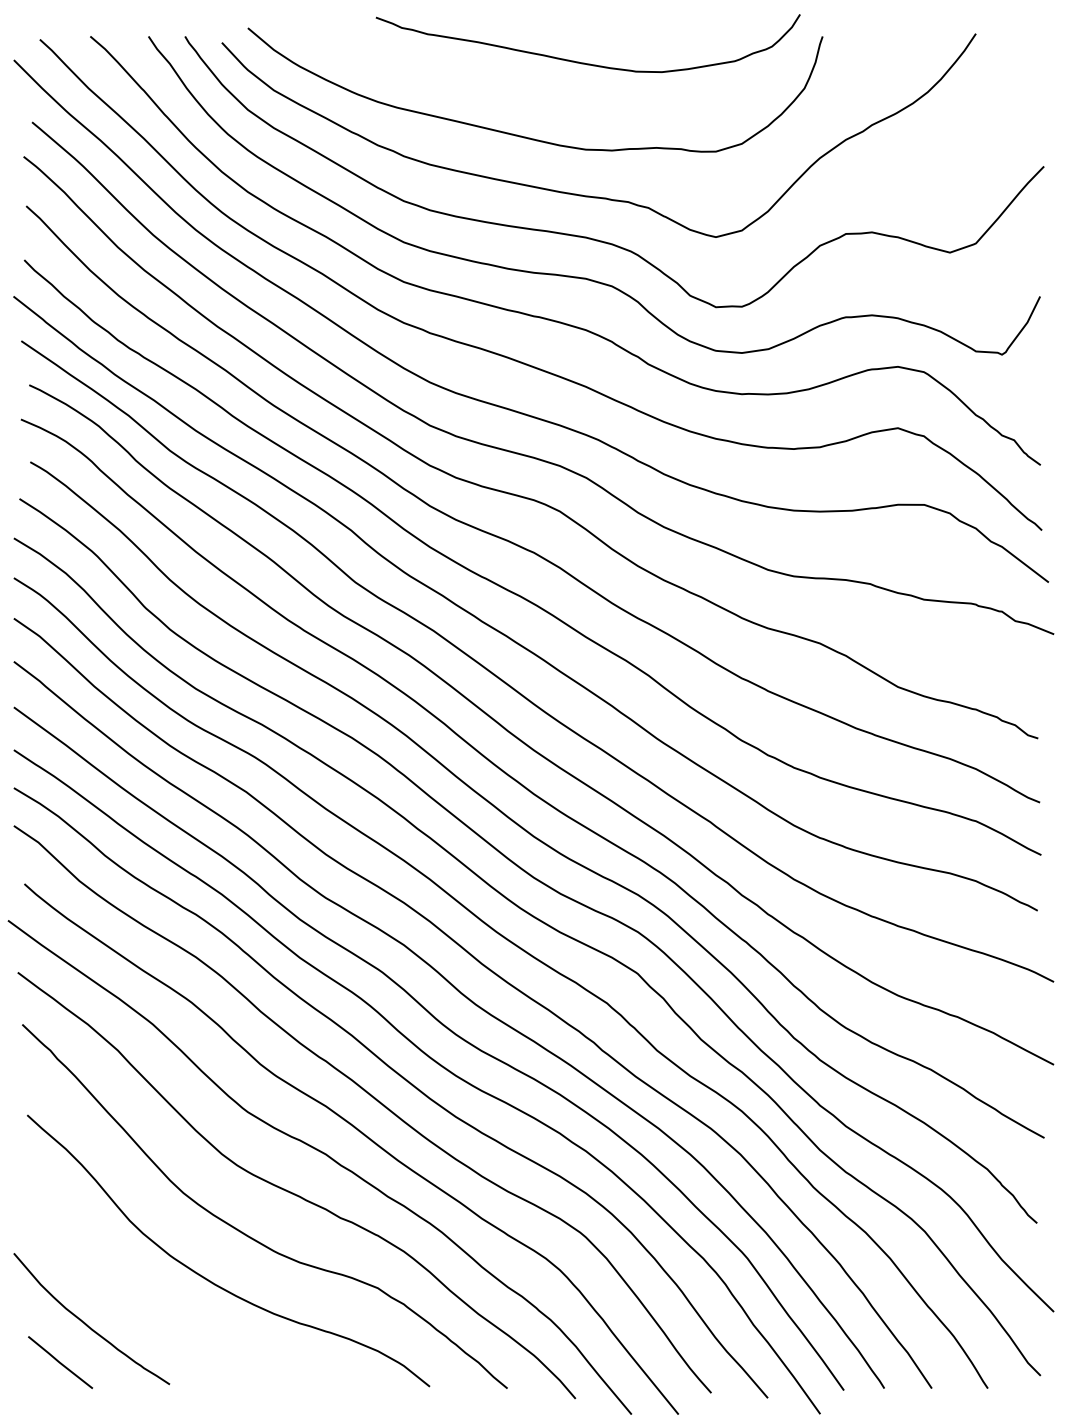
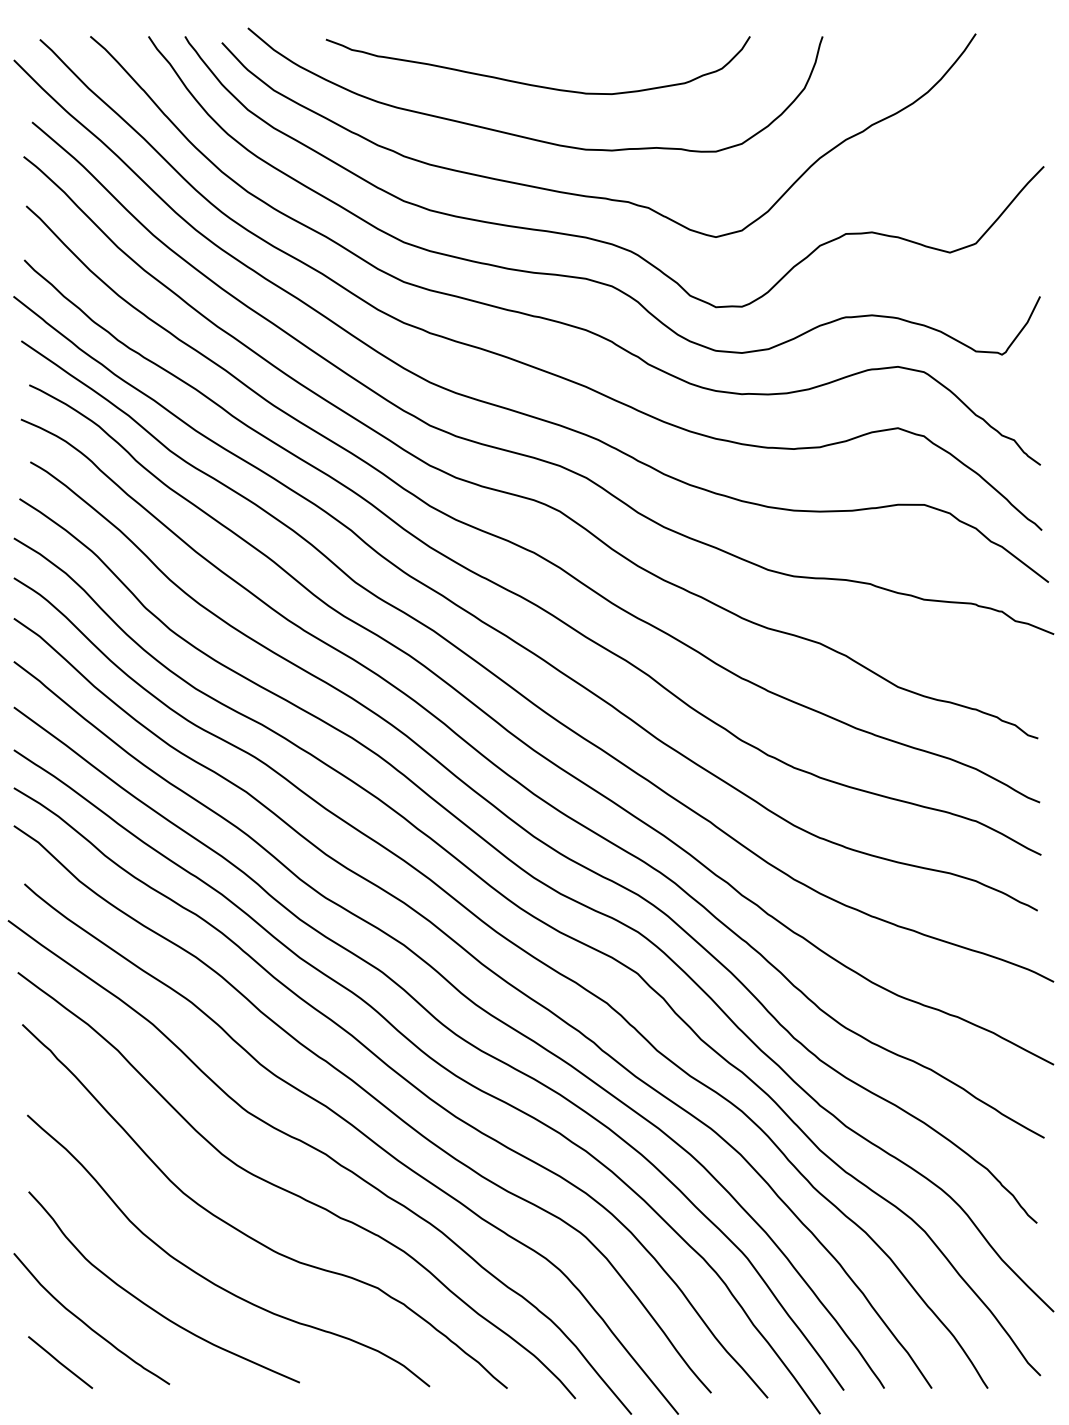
curve at (584, 62) position: (584, 62) -> (534, 84)
curve at (150, 1306): none -> present
